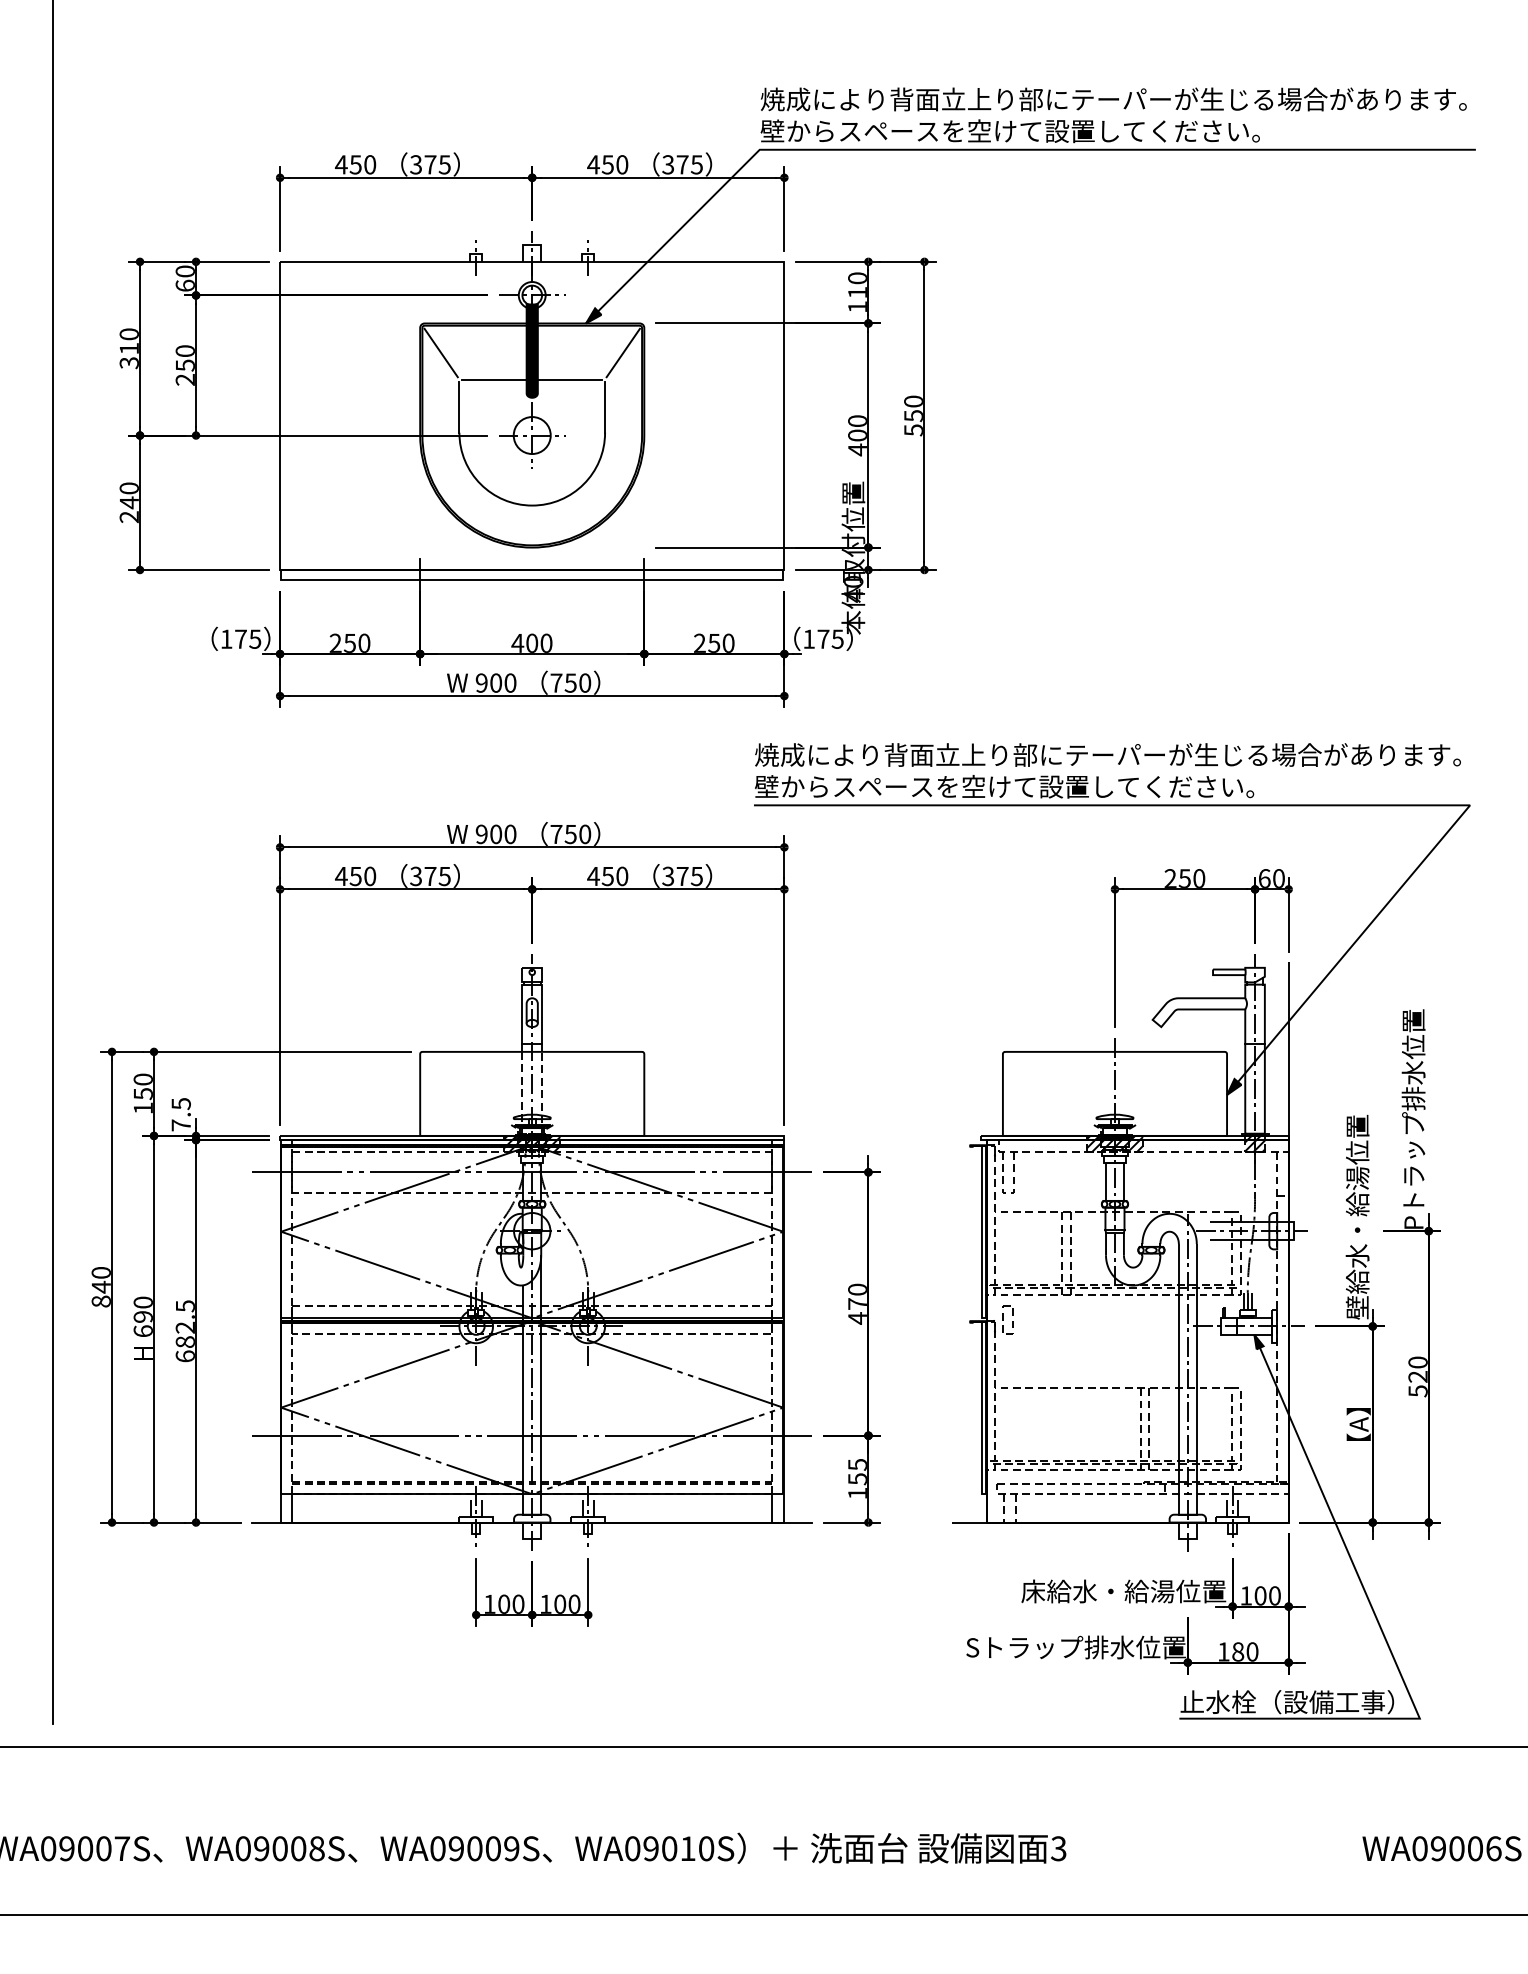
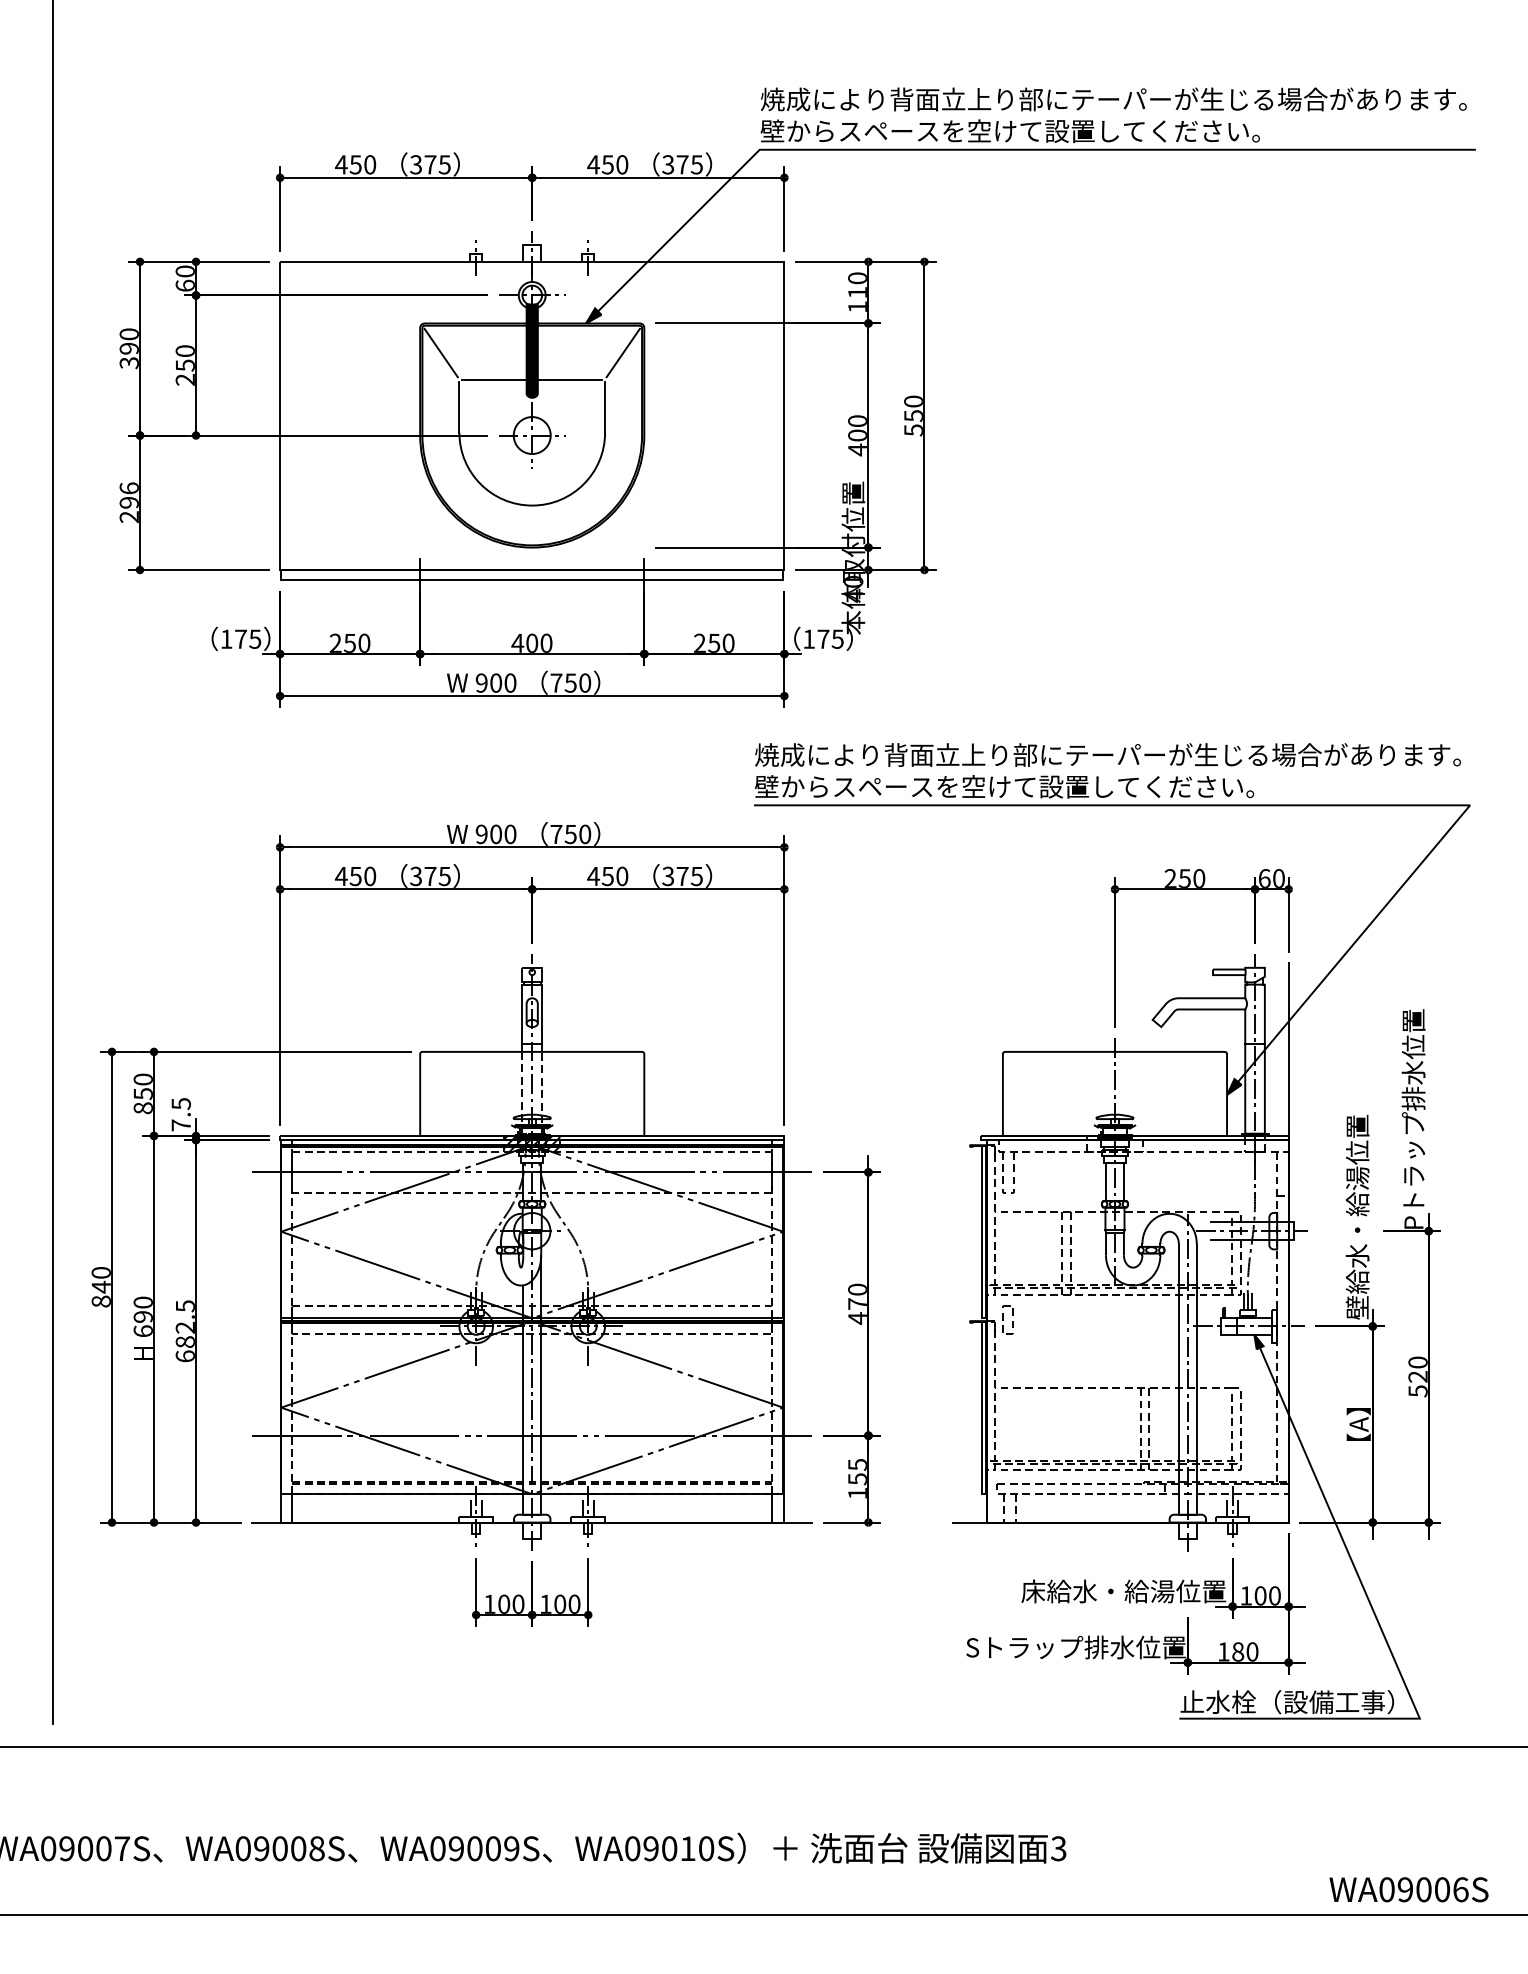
text at (128, 348): 310 -> 390
text at (128, 495): 240 -> 296
text at (142, 1108): 150 -> 850
hatch at (1114, 1143): present -> none
hatch at (1254, 1143): present -> none
text at (1441, 1848) position: (1441, 1848) -> (1408, 1889)
